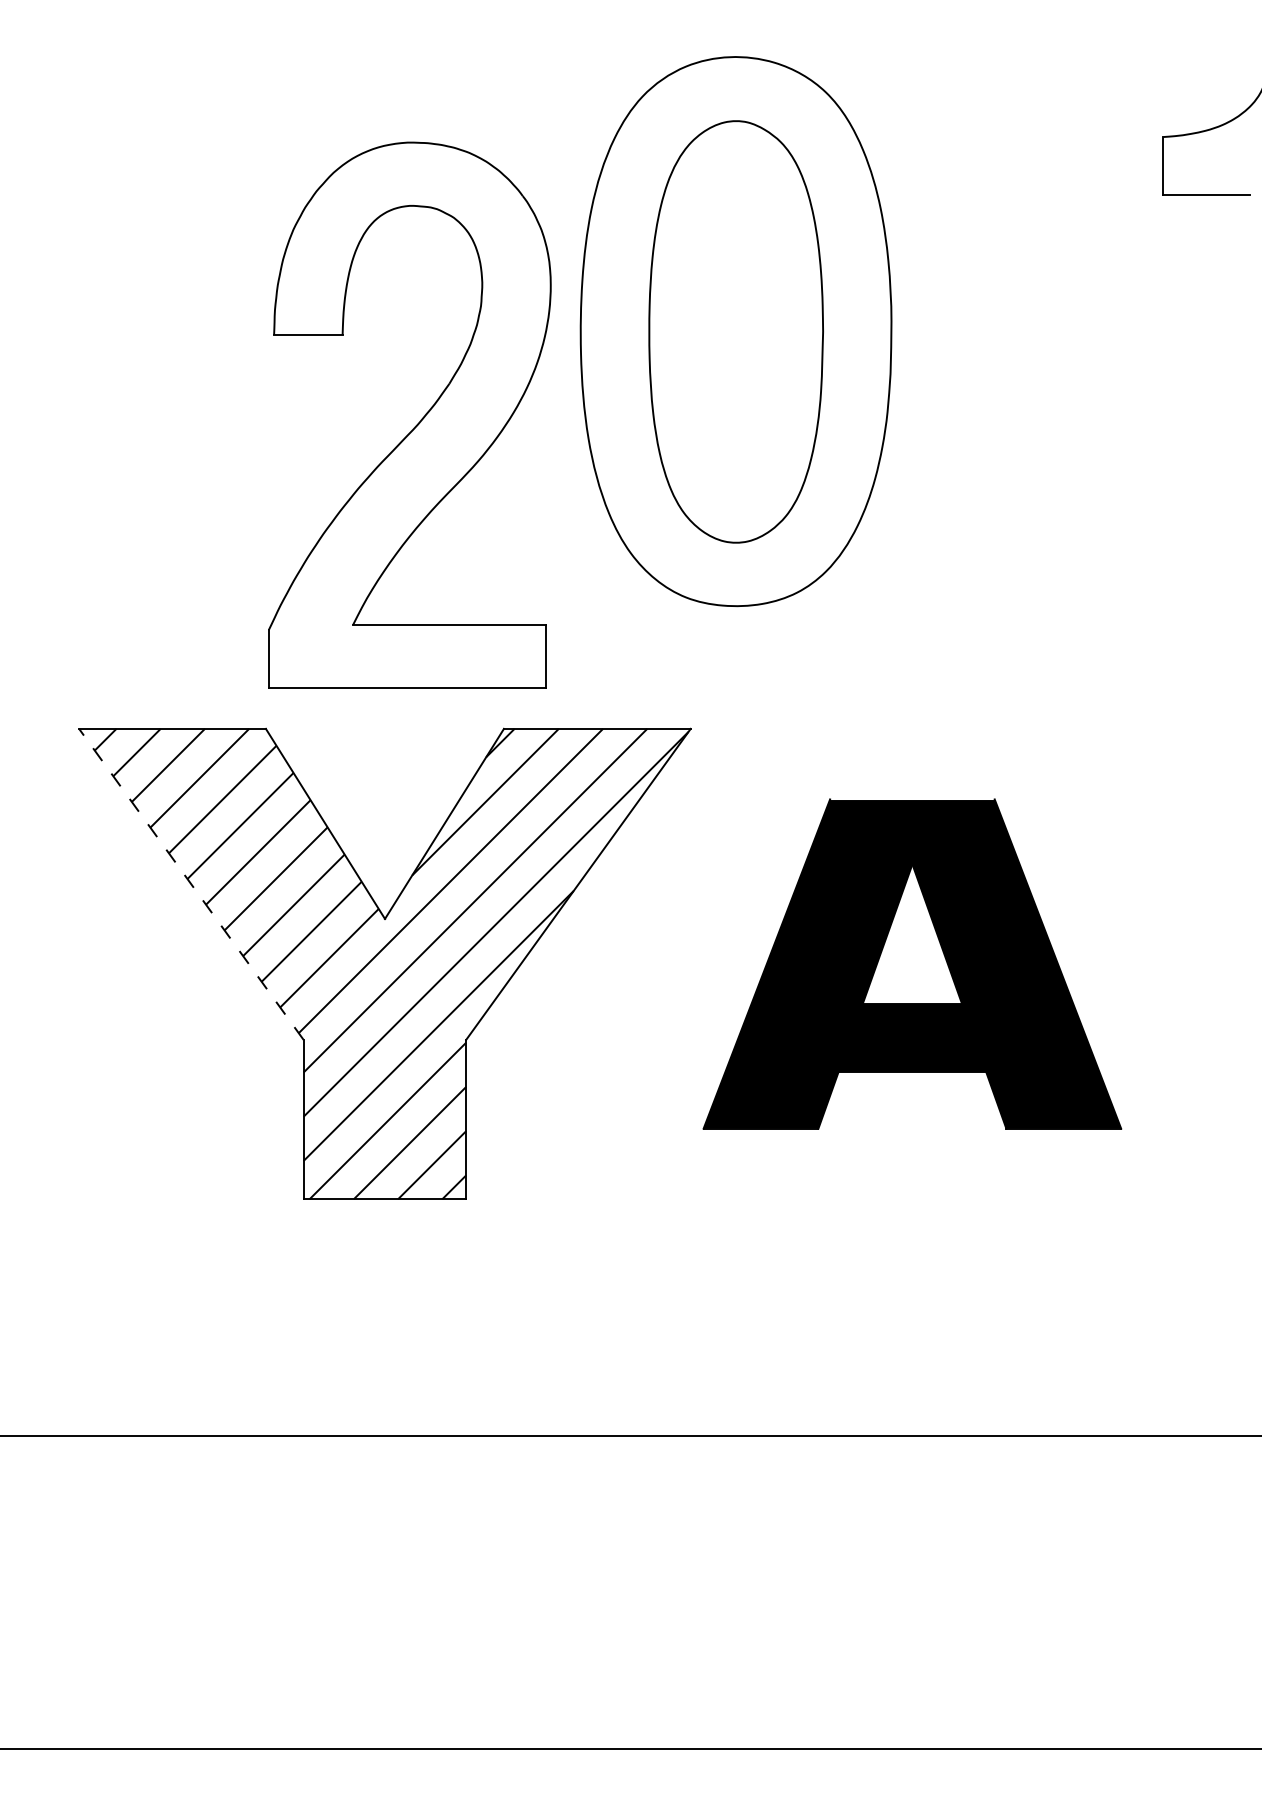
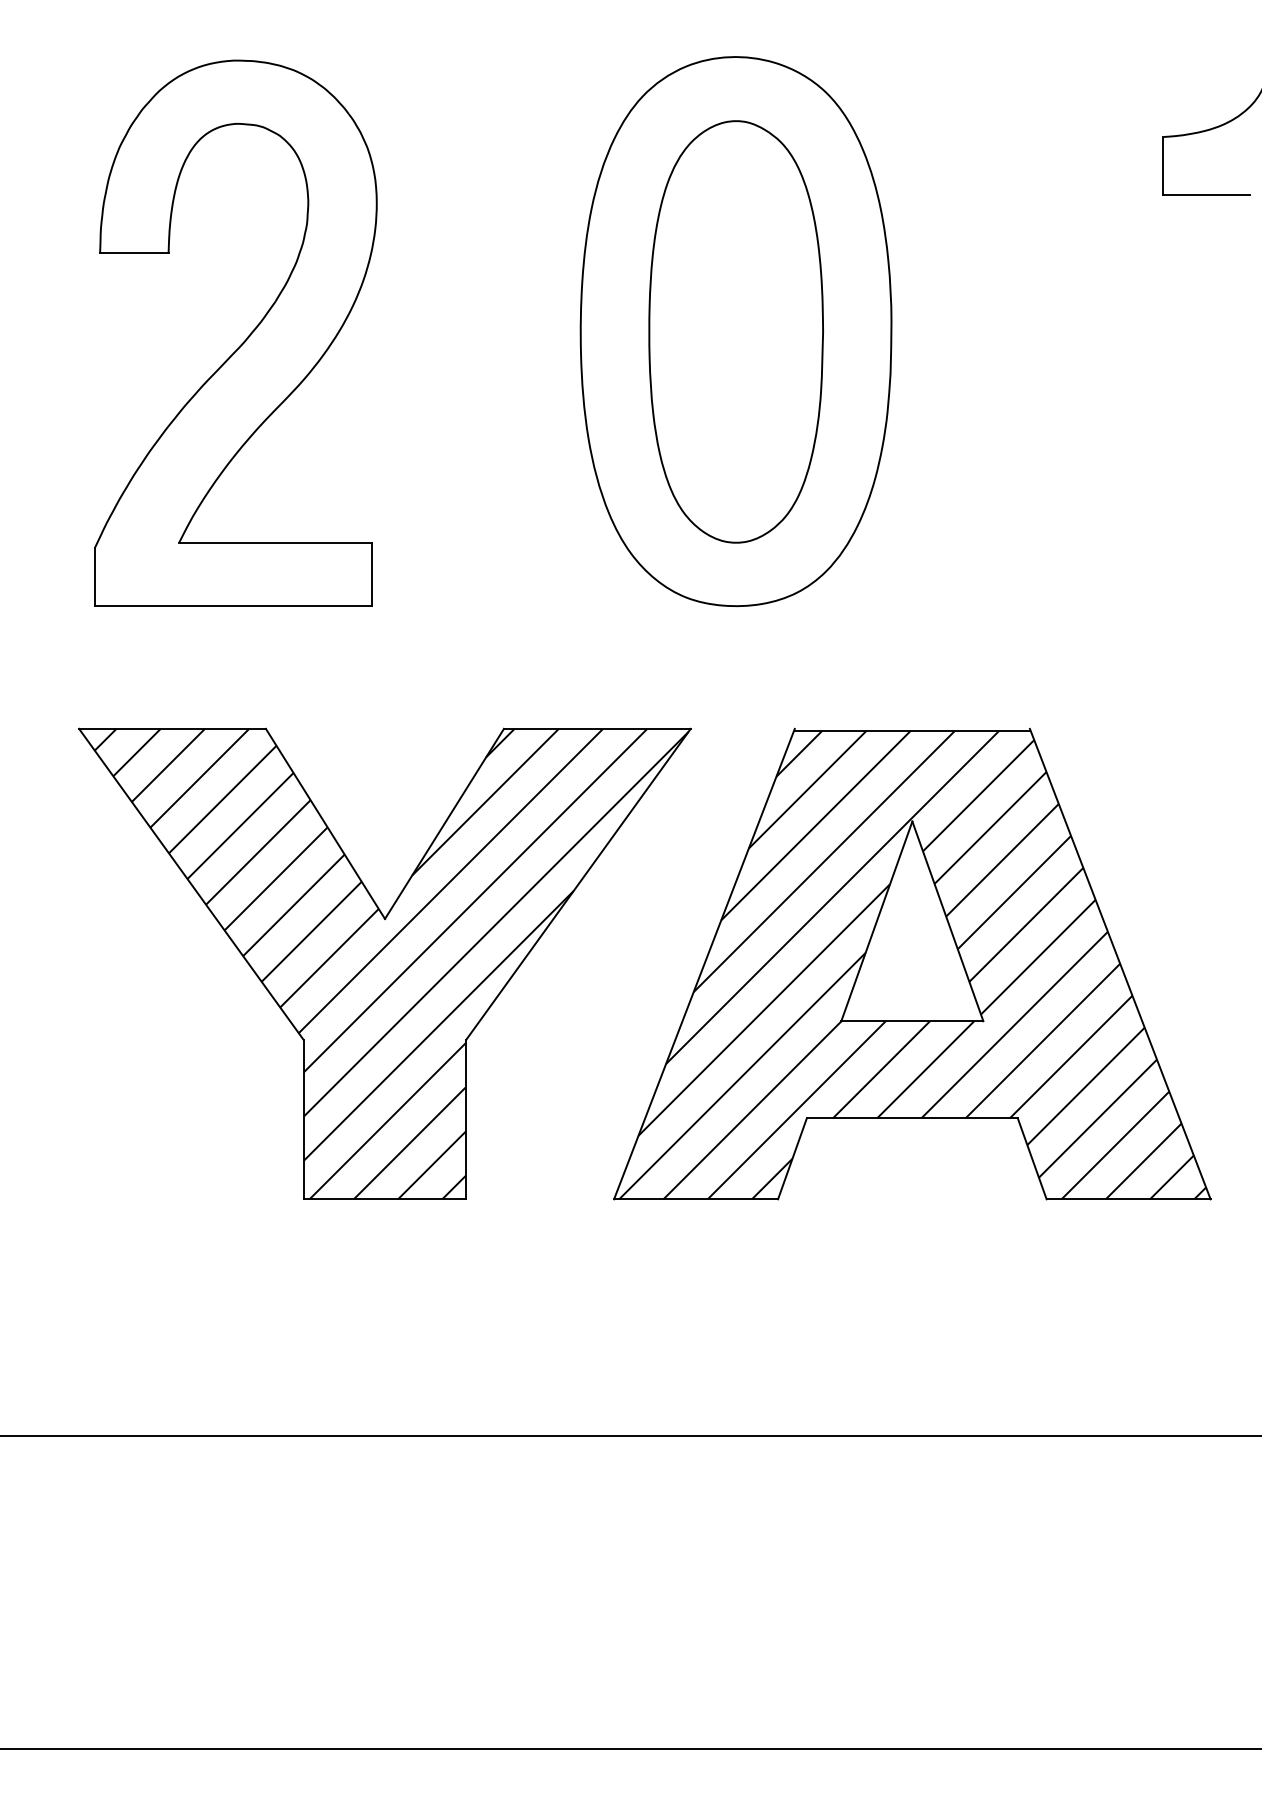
part at (418, 422) position: (418, 422) -> (244, 340)
line at (191, 884): dashed -> solid
part at (912, 963) size: 421x332 px -> 599x474 px
